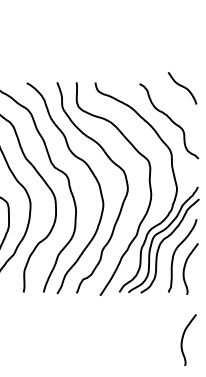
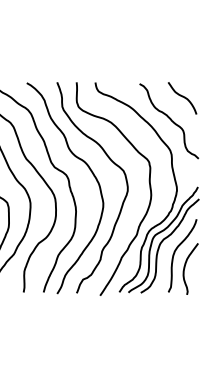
curve at (182, 87) position: (182, 87) -> (182, 97)
curve at (183, 339): present -> none
